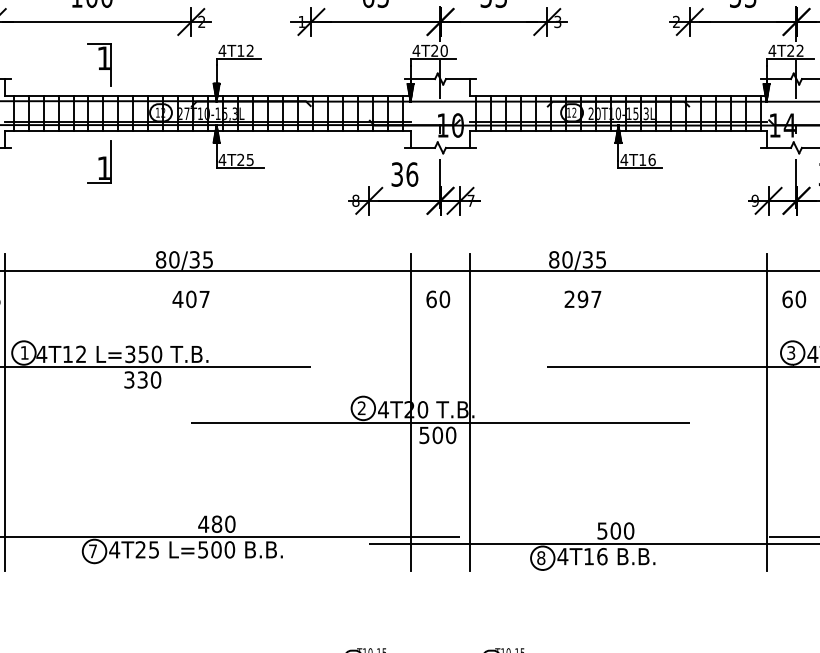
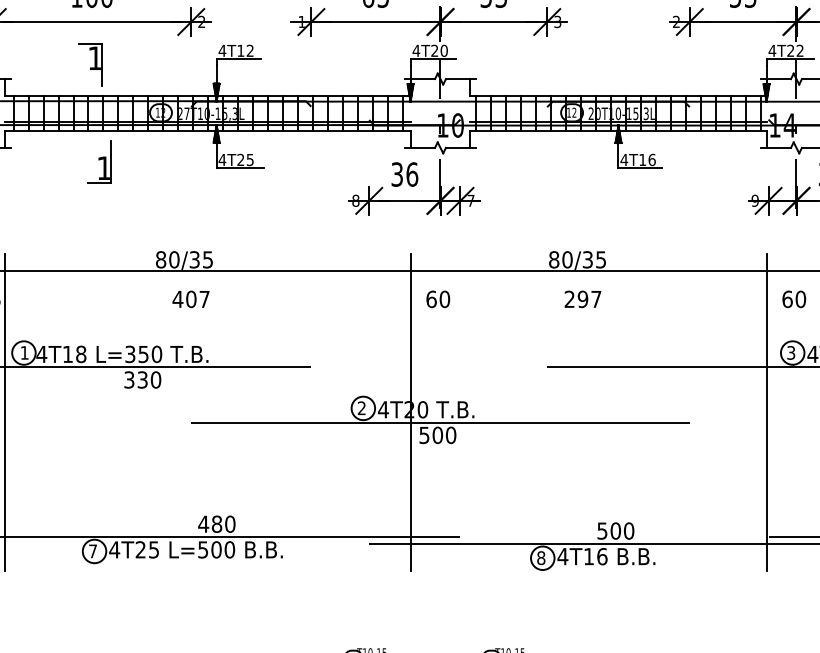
part at (99, 64) position: (99, 64) -> (90, 64)
text at (81, 354): 4T12 -> 4T18
line at (470, 412): present -> none
